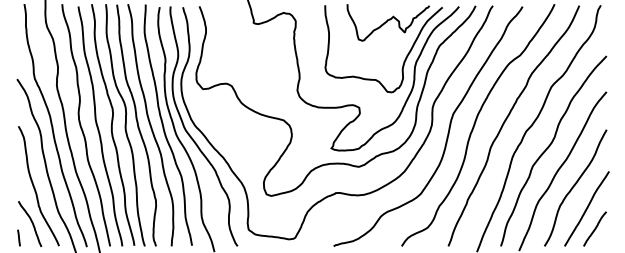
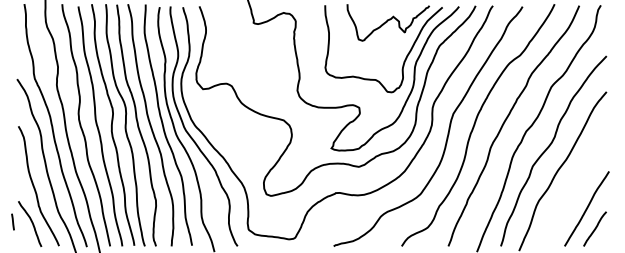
curve at (574, 186): present -> none
line at (18, 237) position: (18, 237) -> (12, 221)
